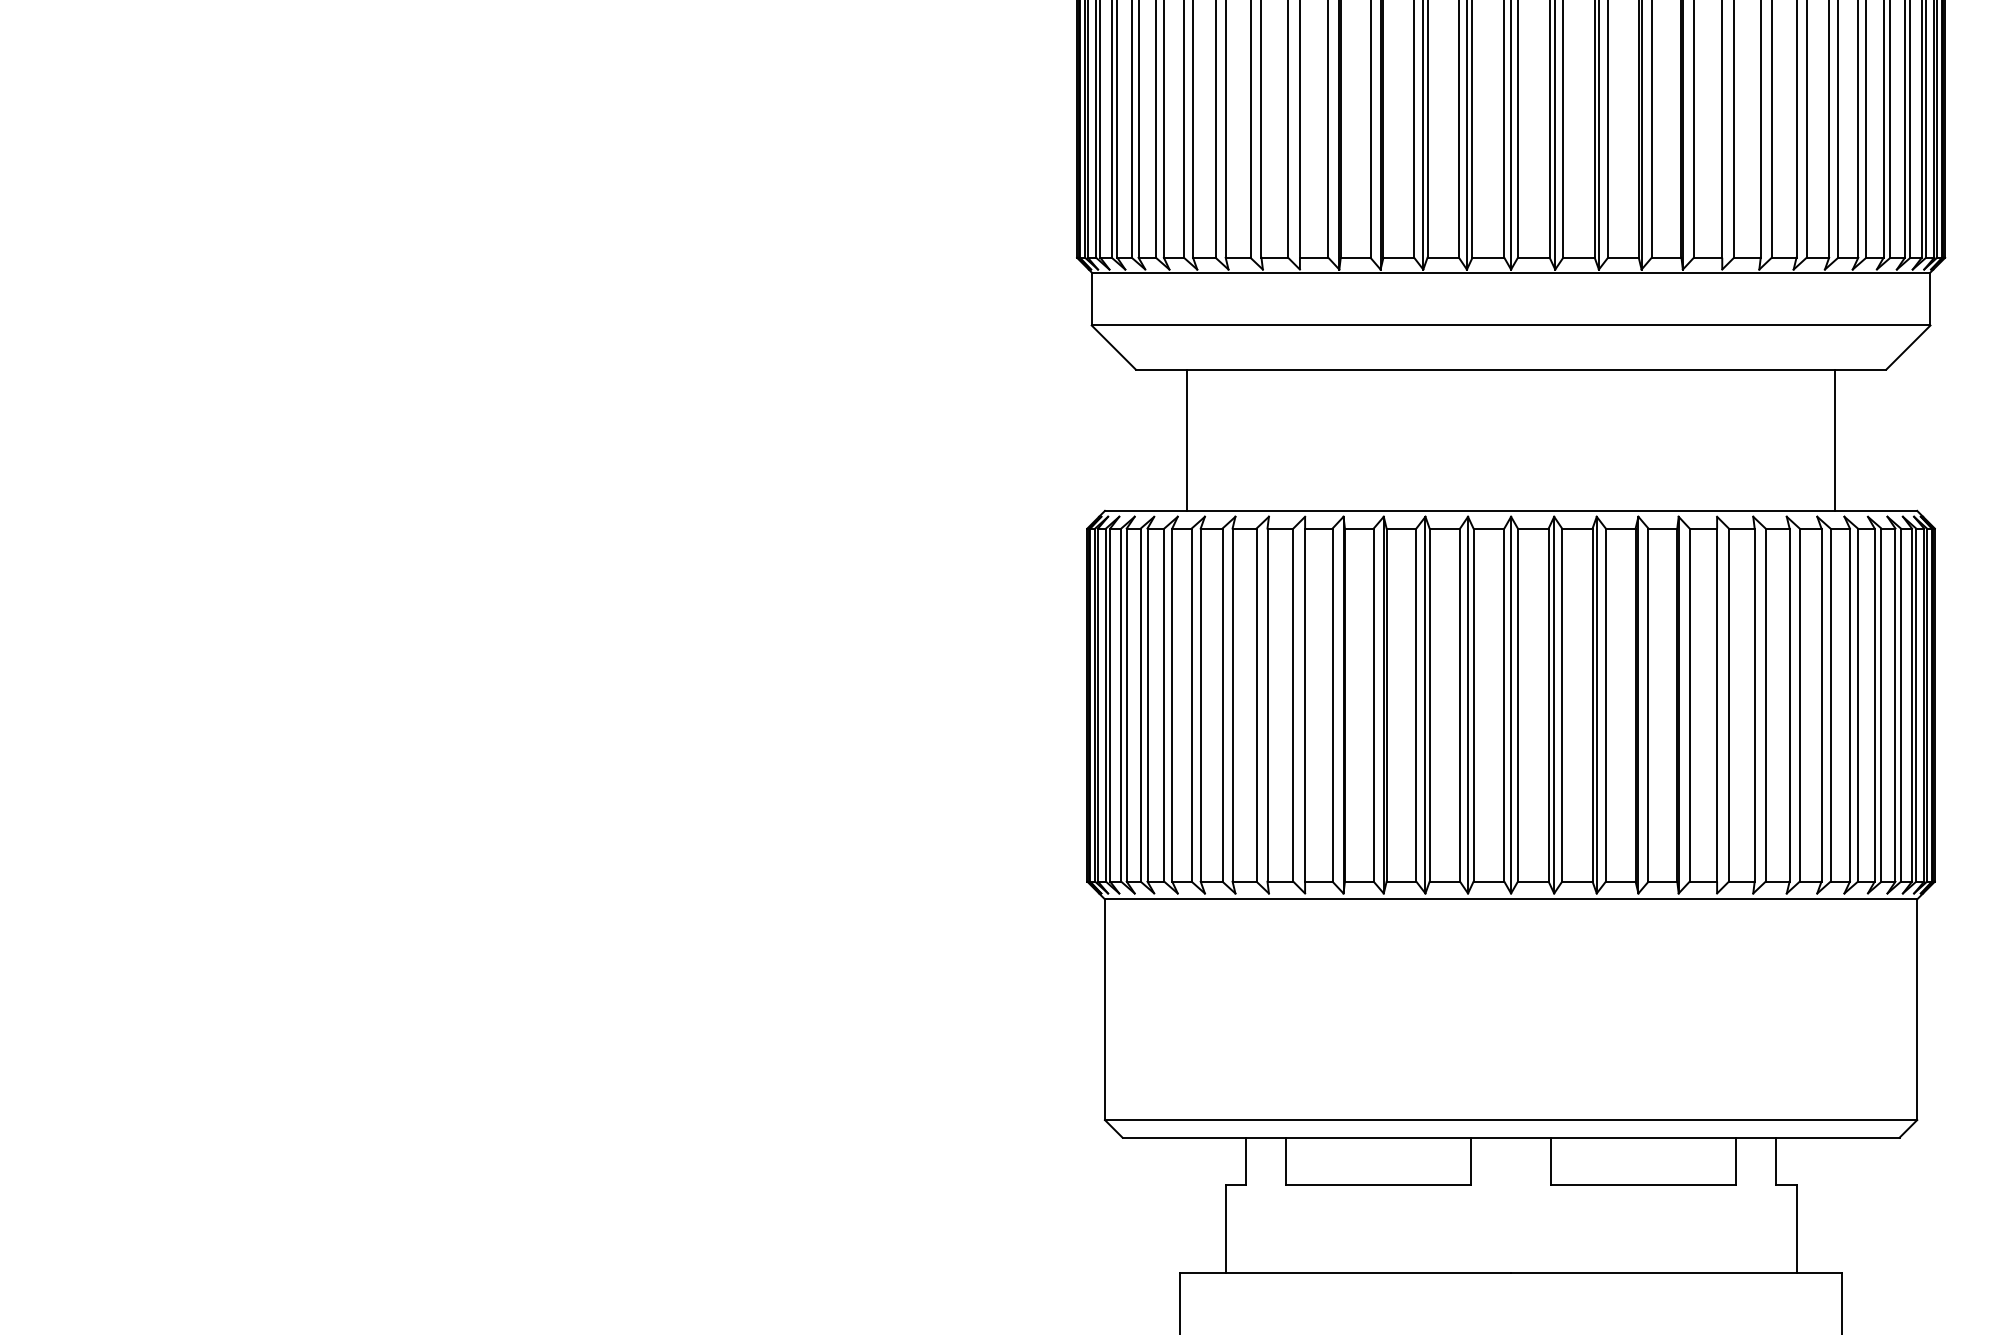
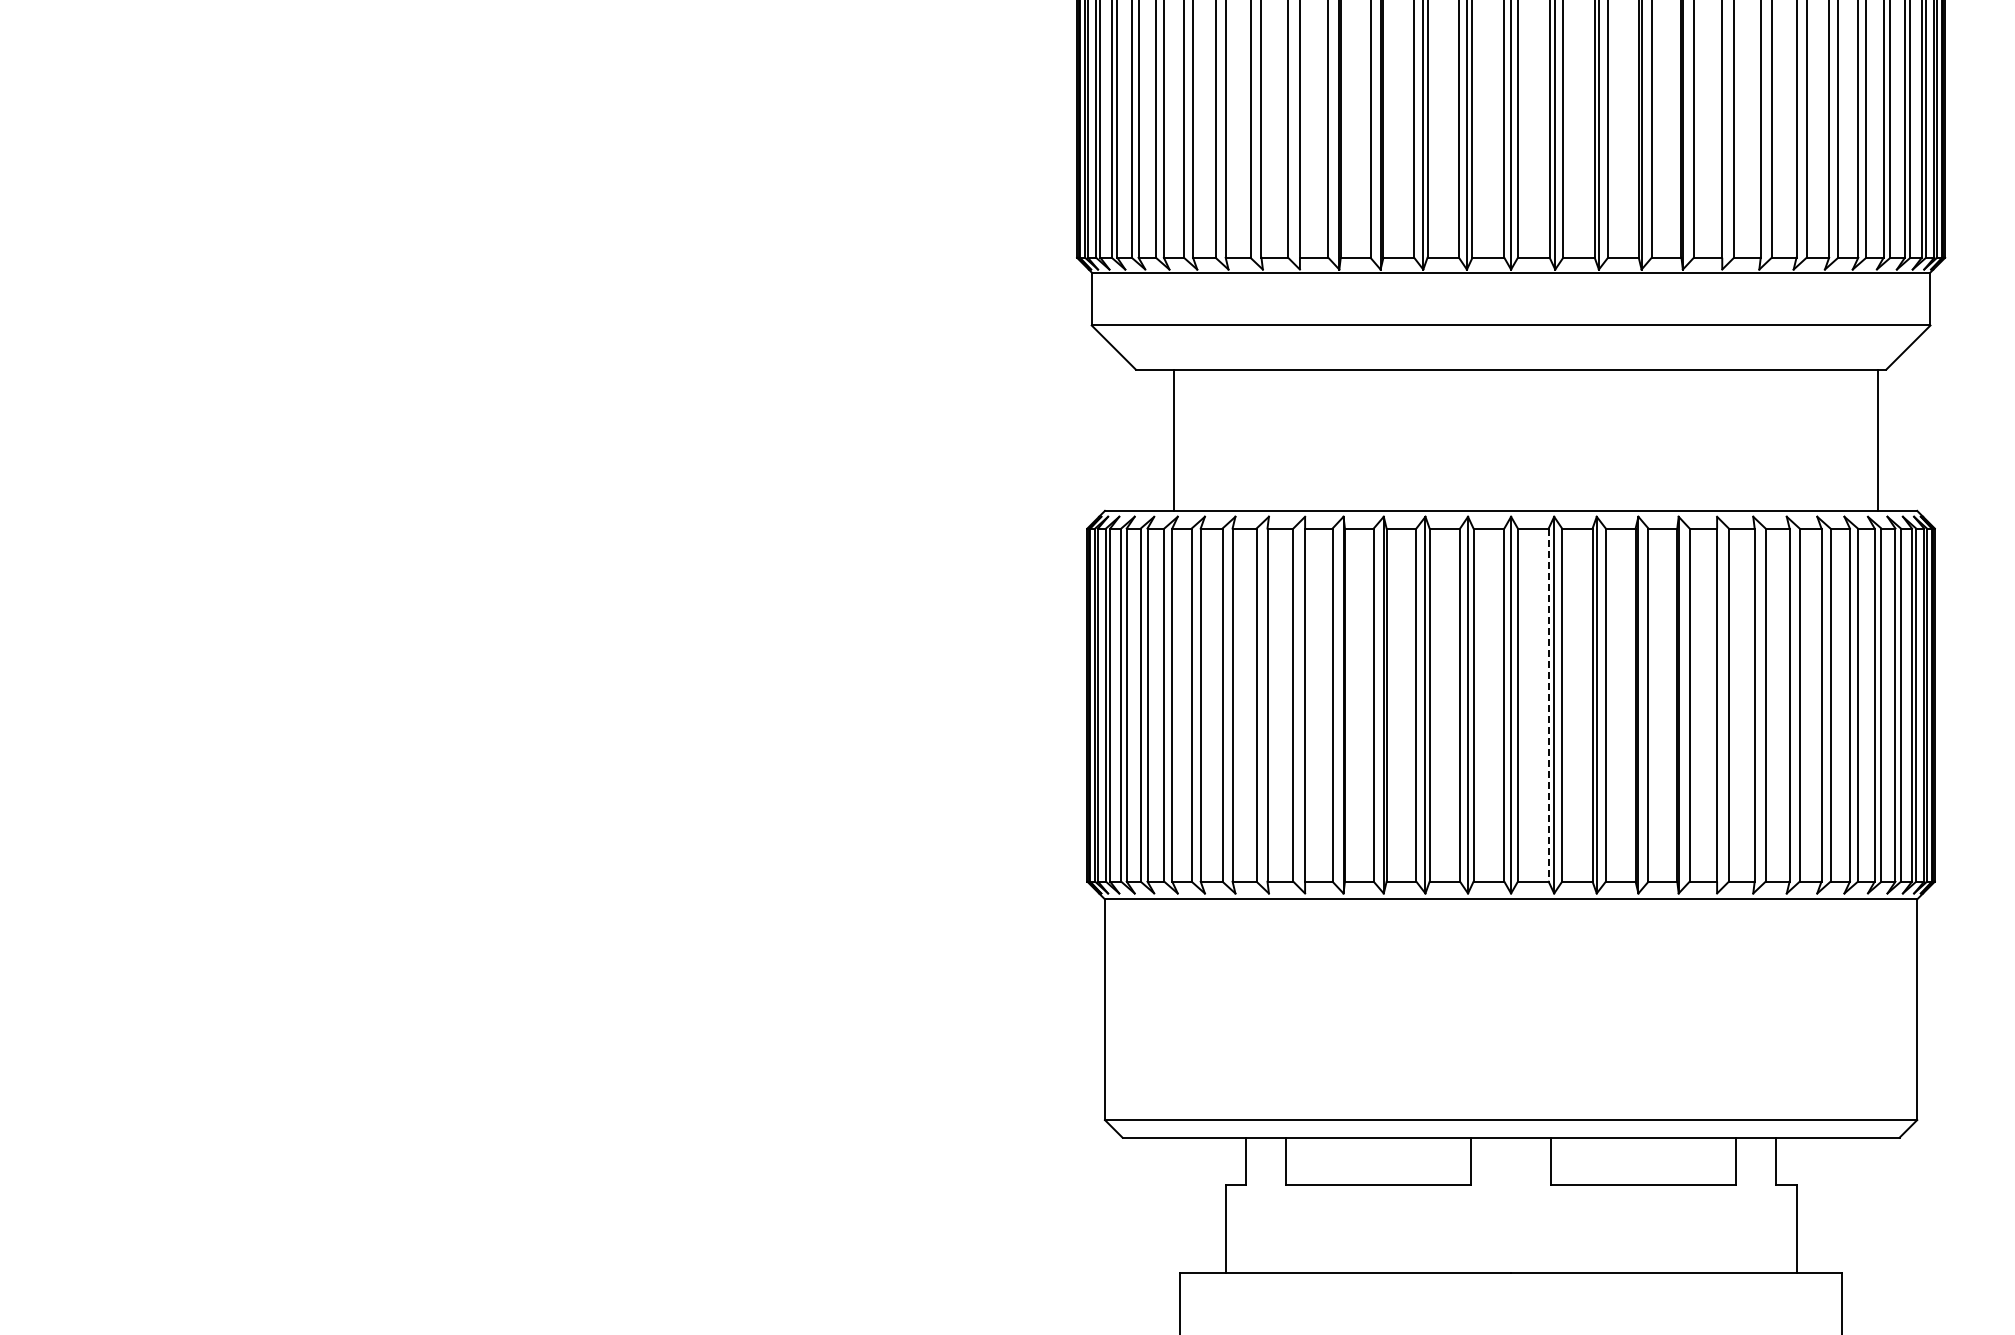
line at (1187, 439) position: (1187, 439) -> (1174, 439)
line at (1834, 439) position: (1834, 439) -> (1877, 439)
line at (1548, 705): solid -> dashed
